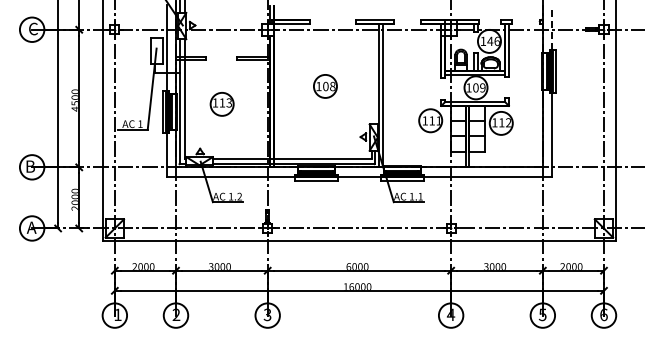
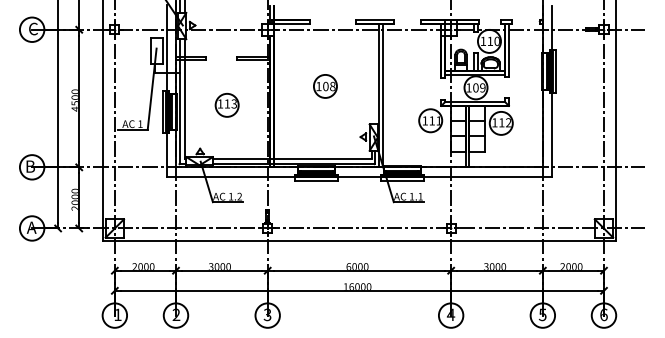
line at (552, 27): dashed -> solid
text at (493, 40): 146 -> 110
part at (221, 104) position: (221, 104) -> (226, 105)
